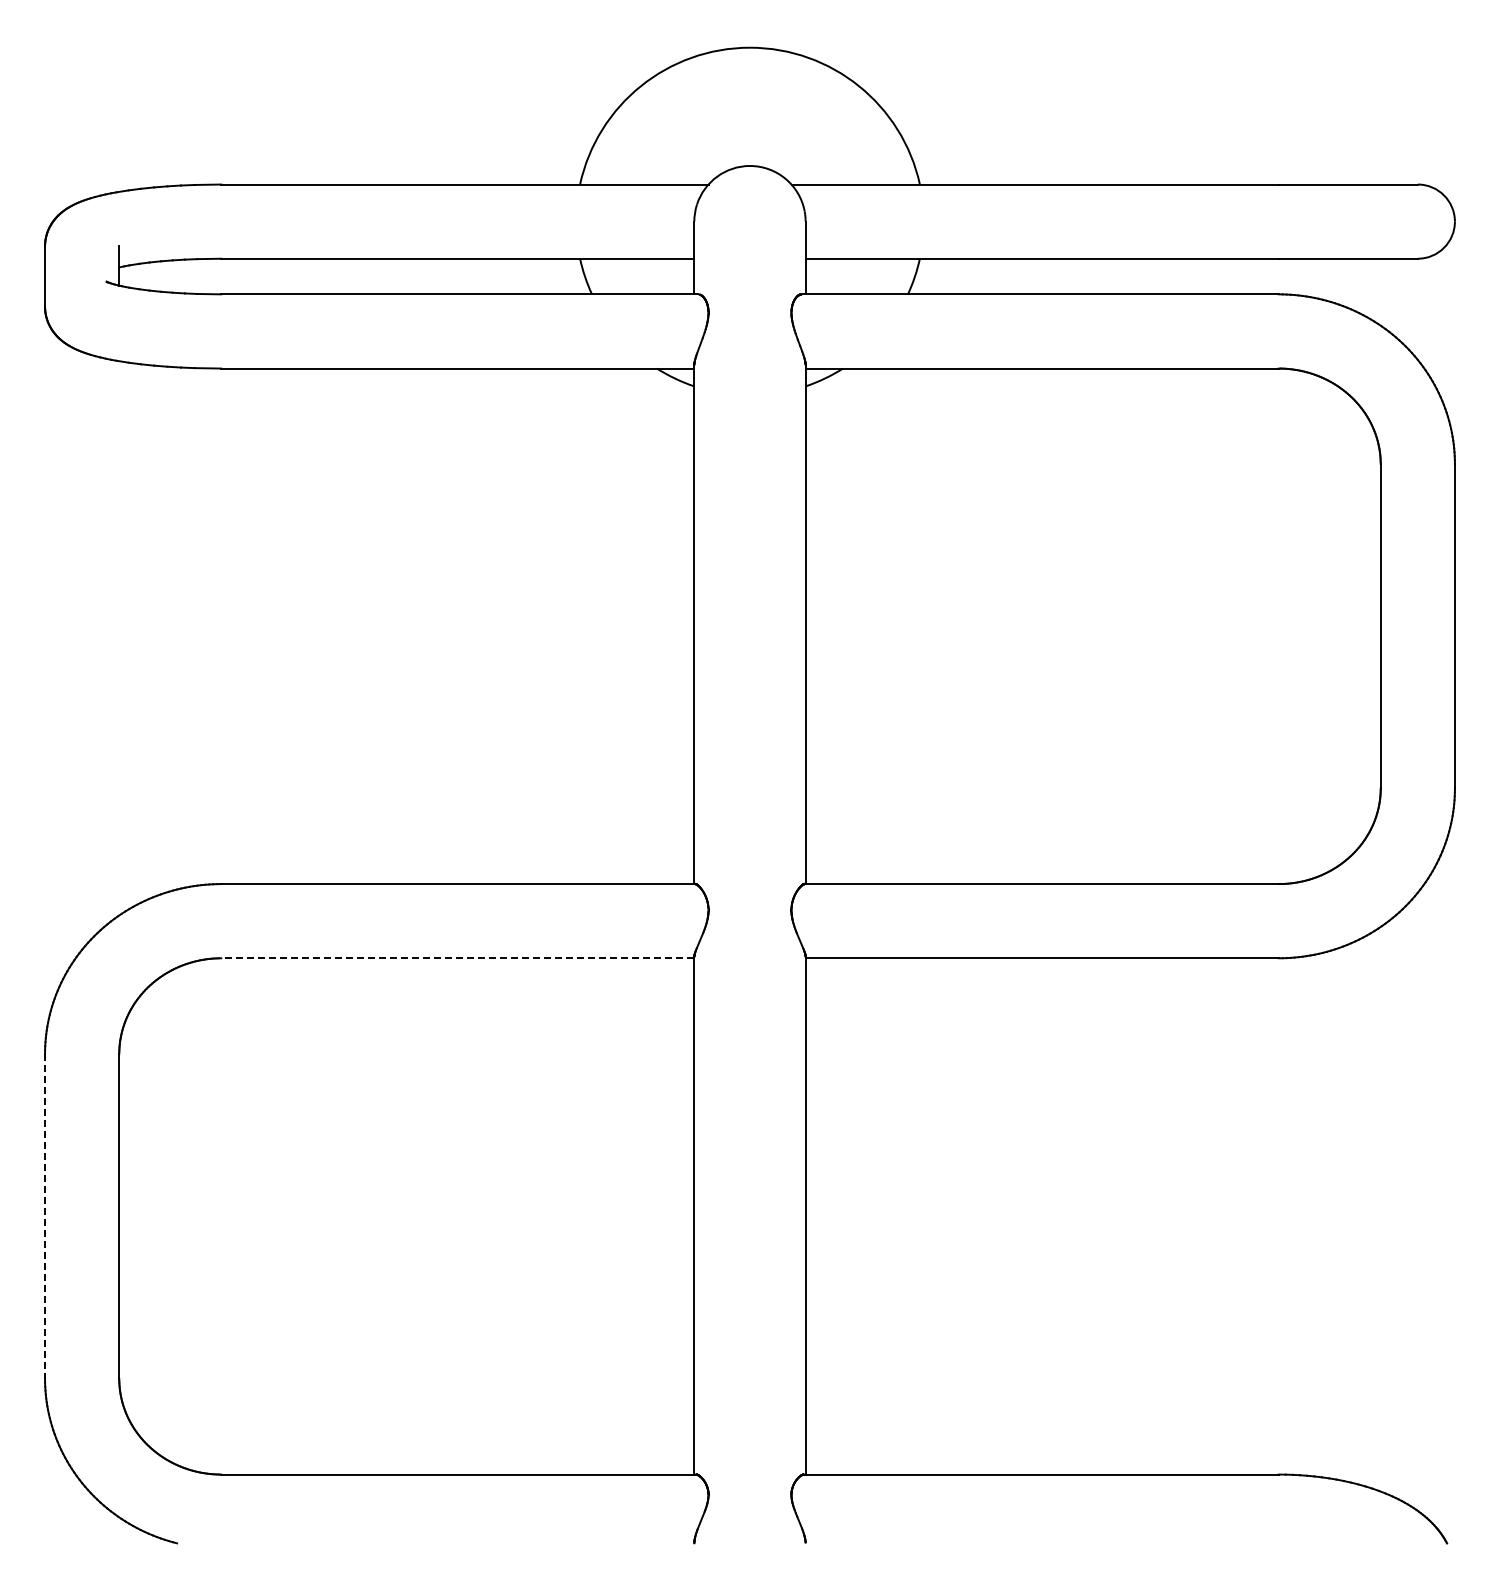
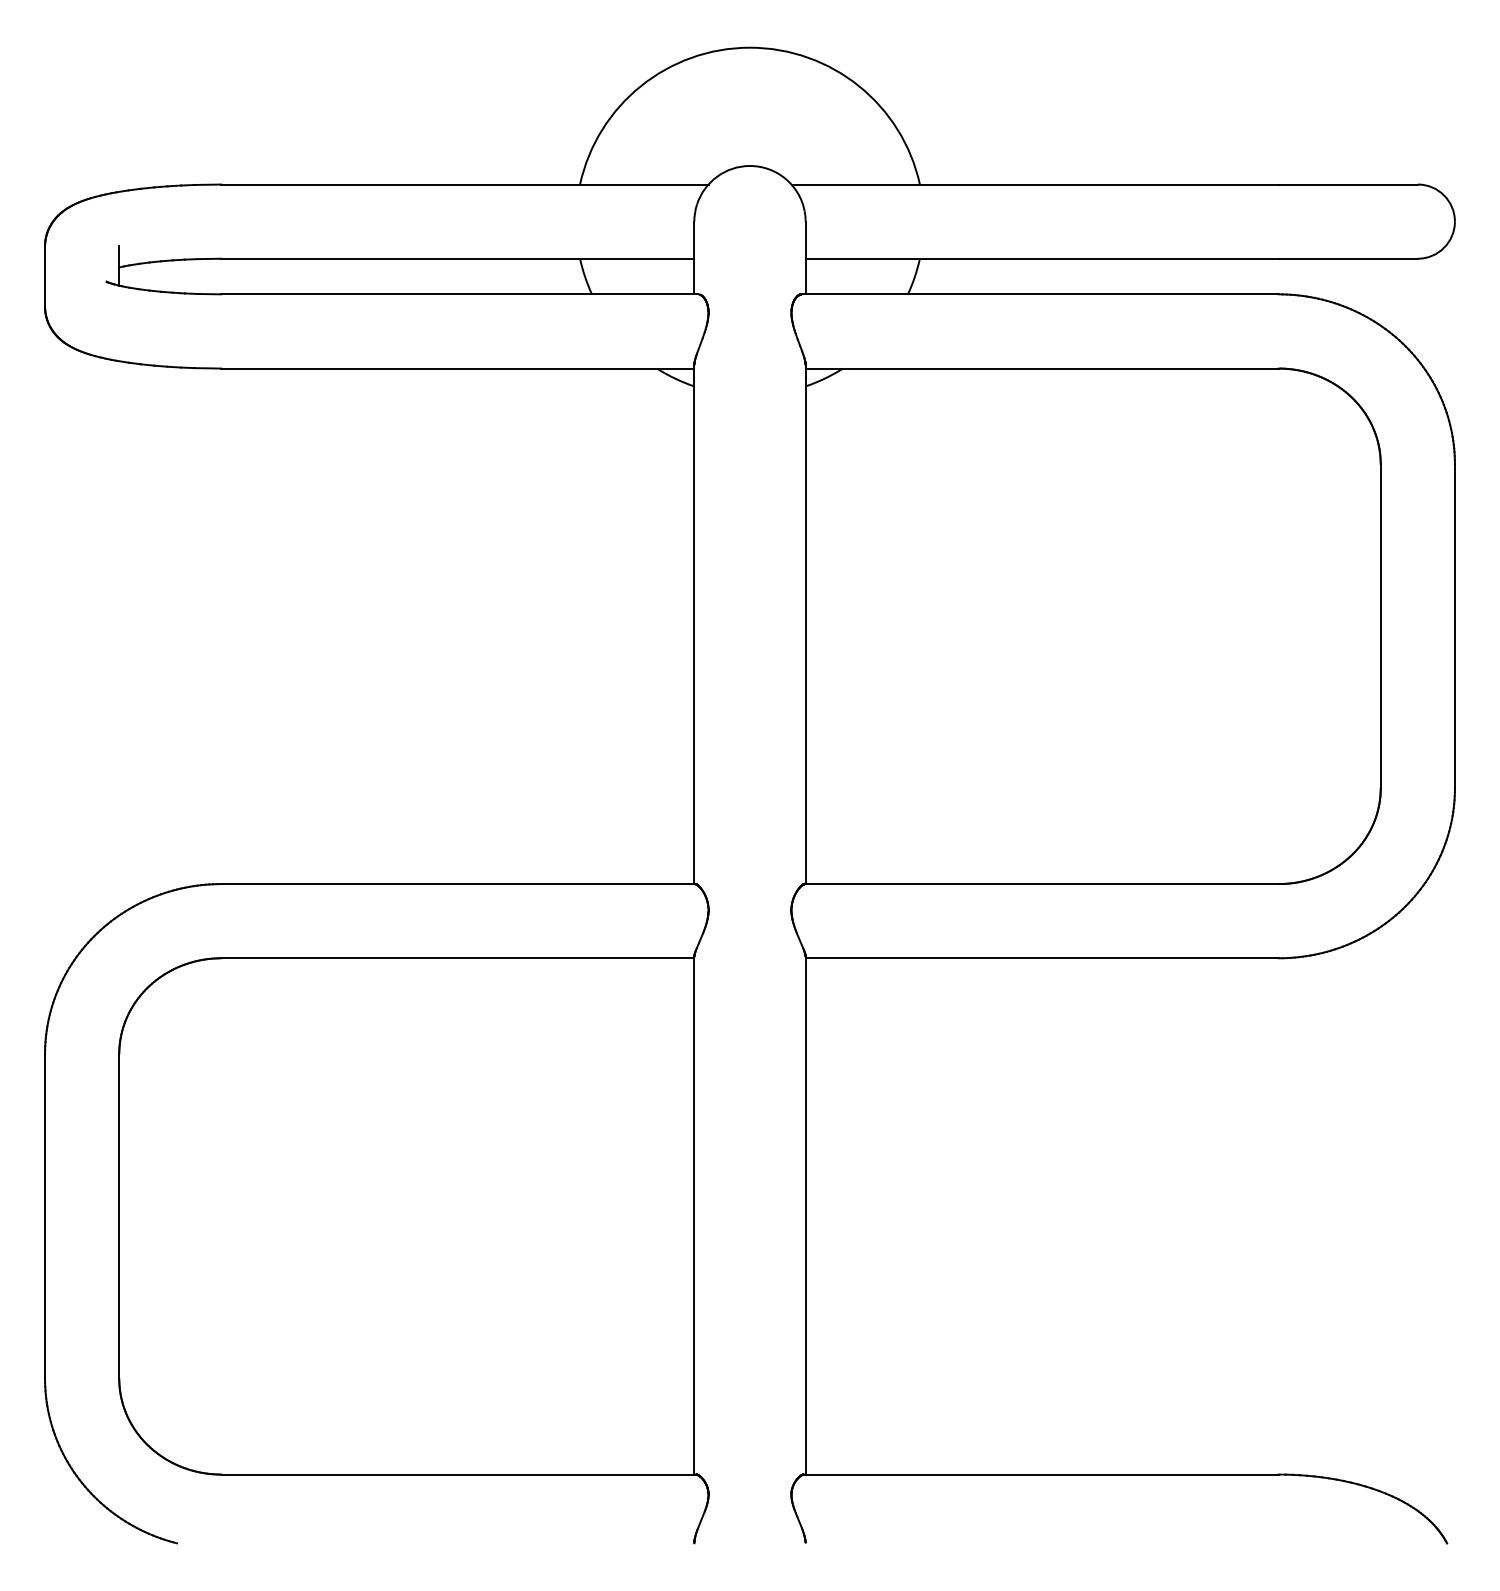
line at (457, 958): dashed -> solid
line at (45, 1216): dashed -> solid
